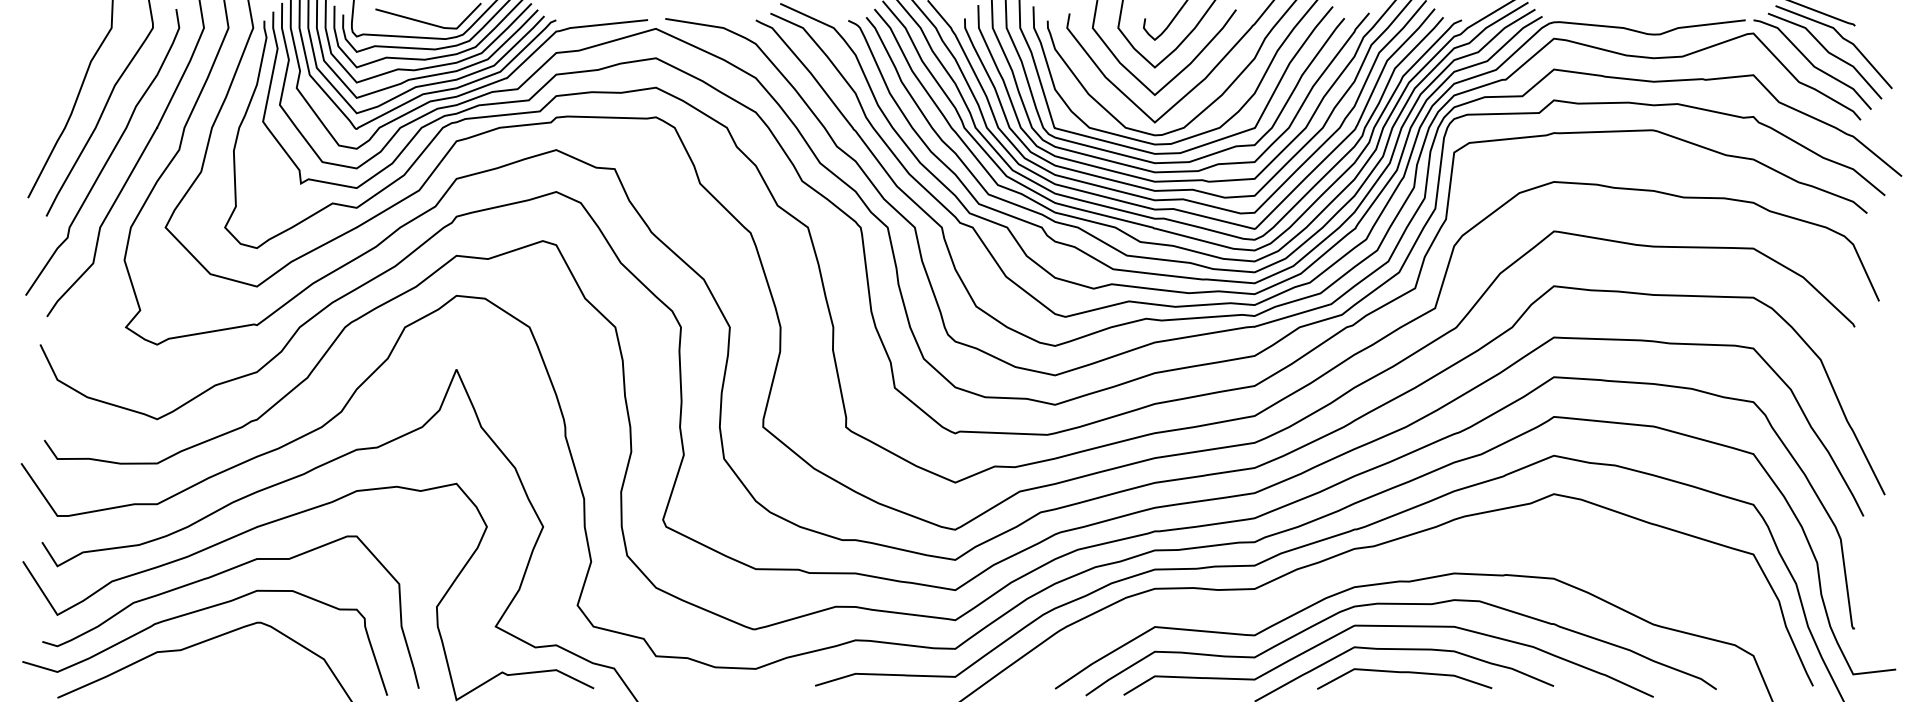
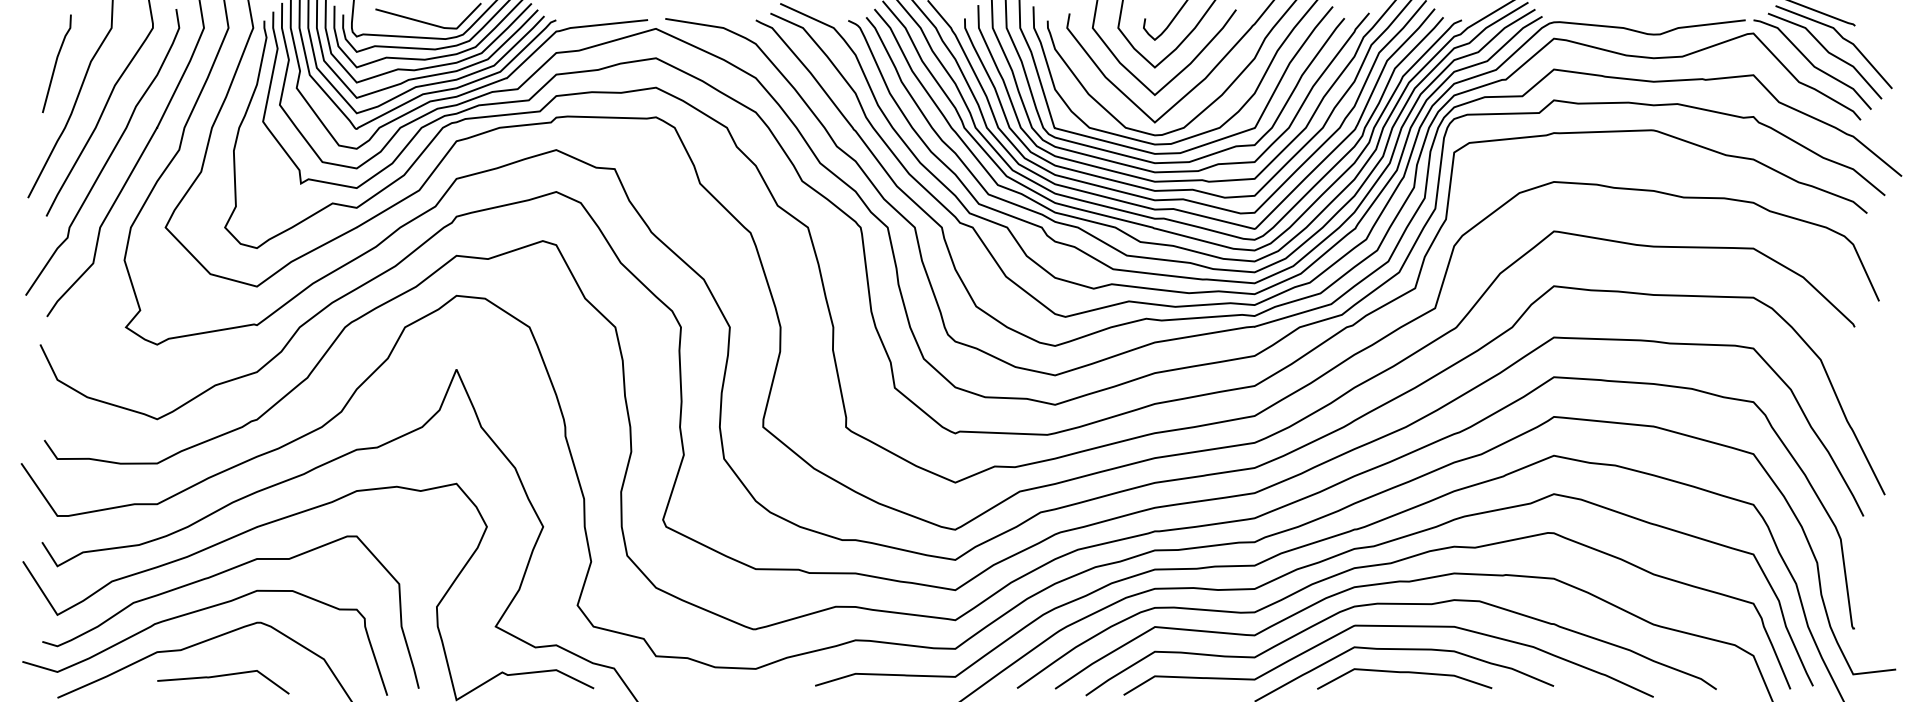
line at (56, 63): none -> present
curve at (1390, 564): none -> present
line at (223, 676): none -> present
